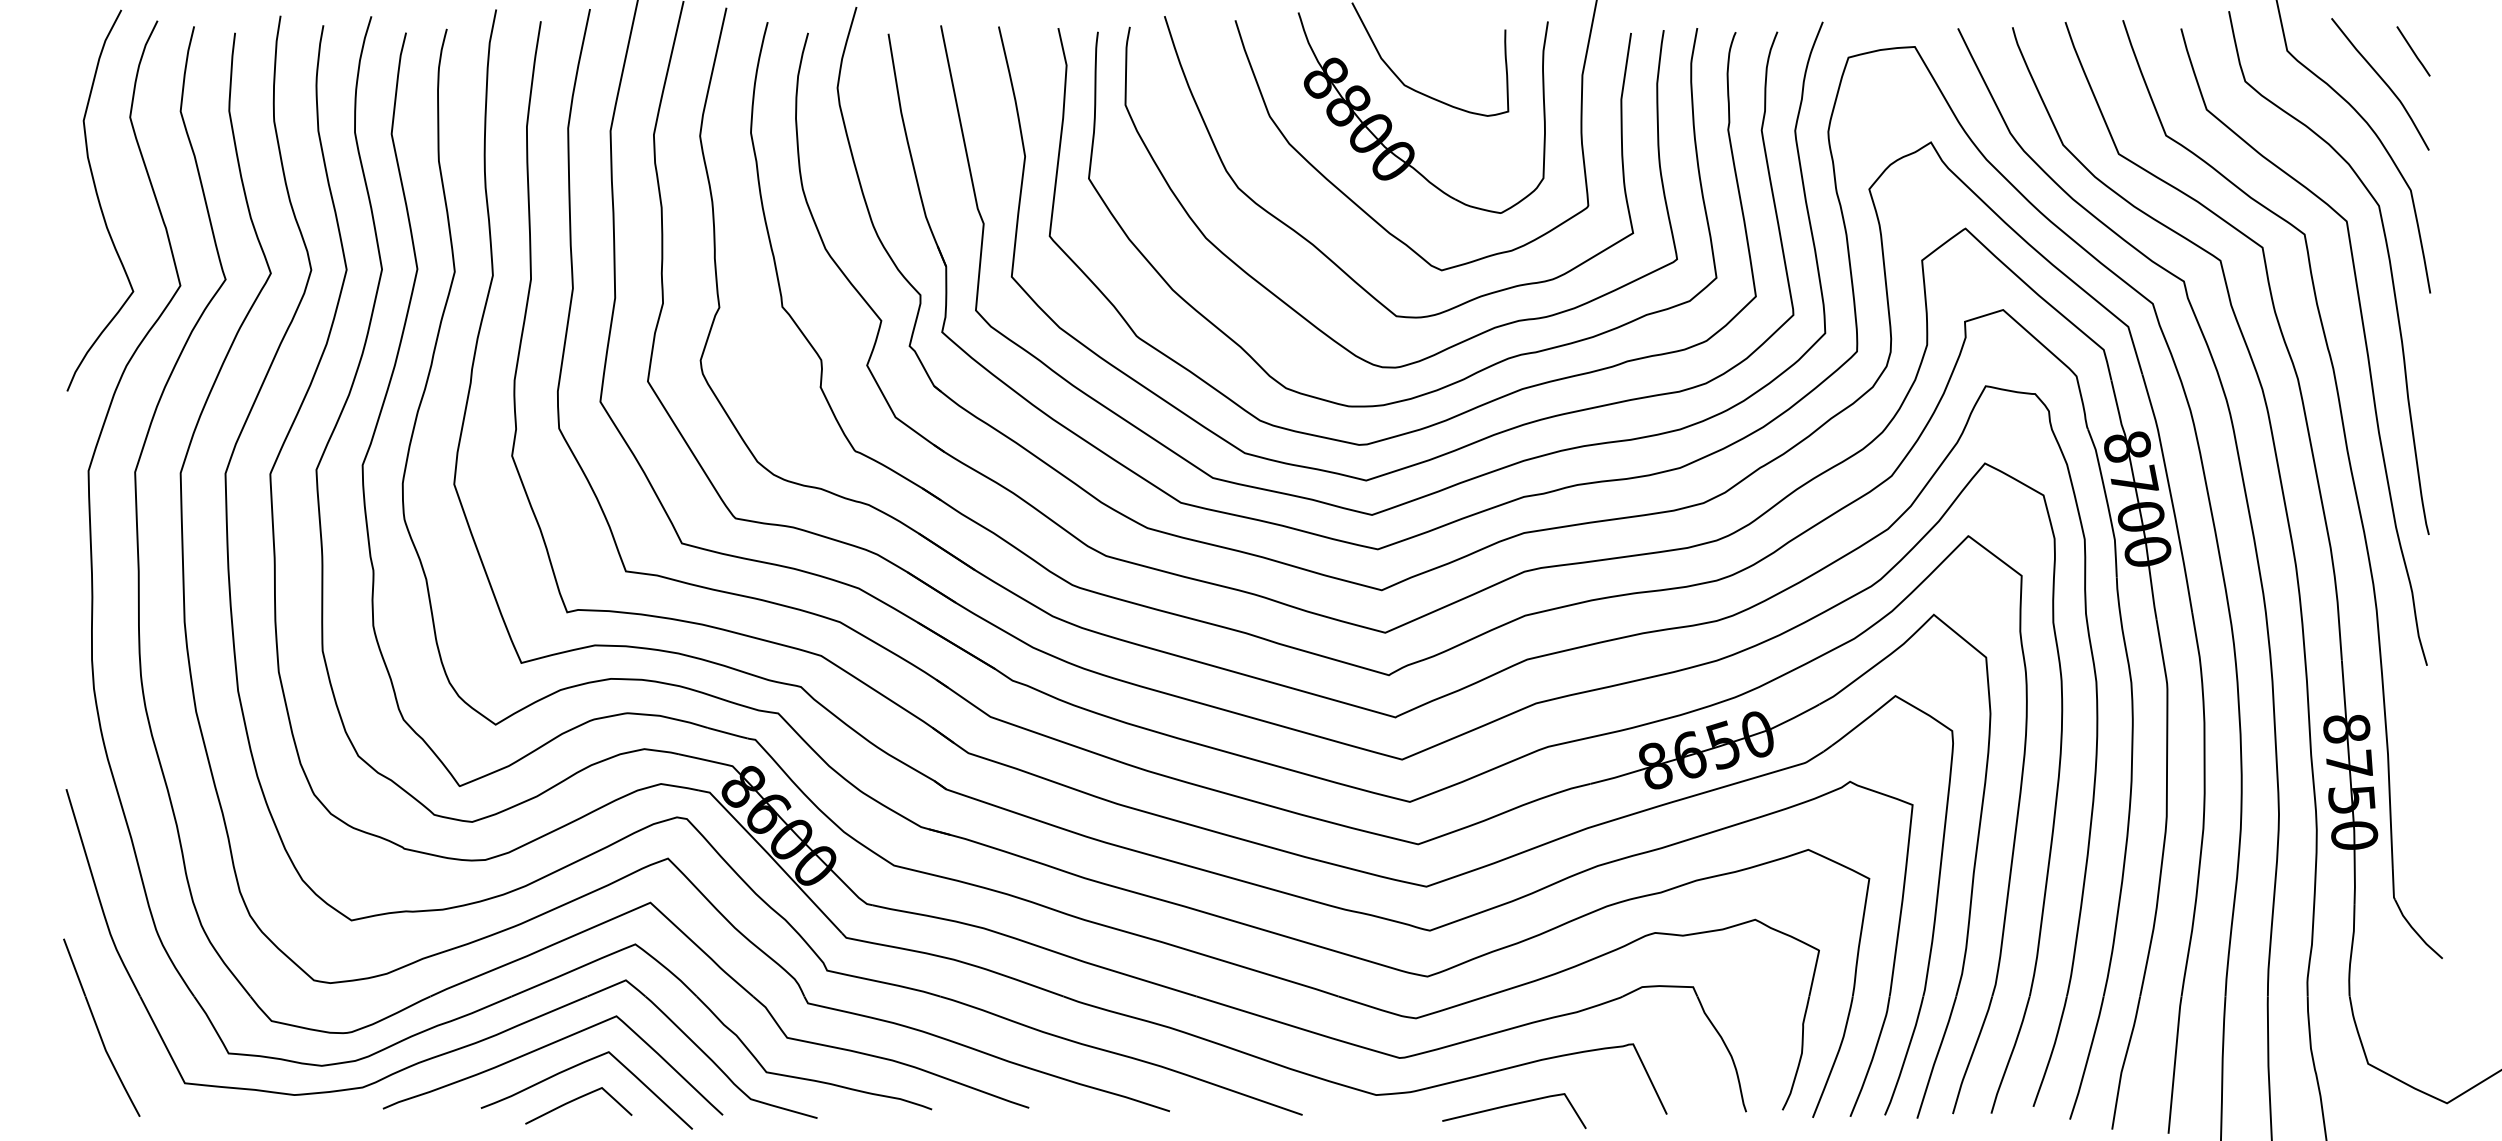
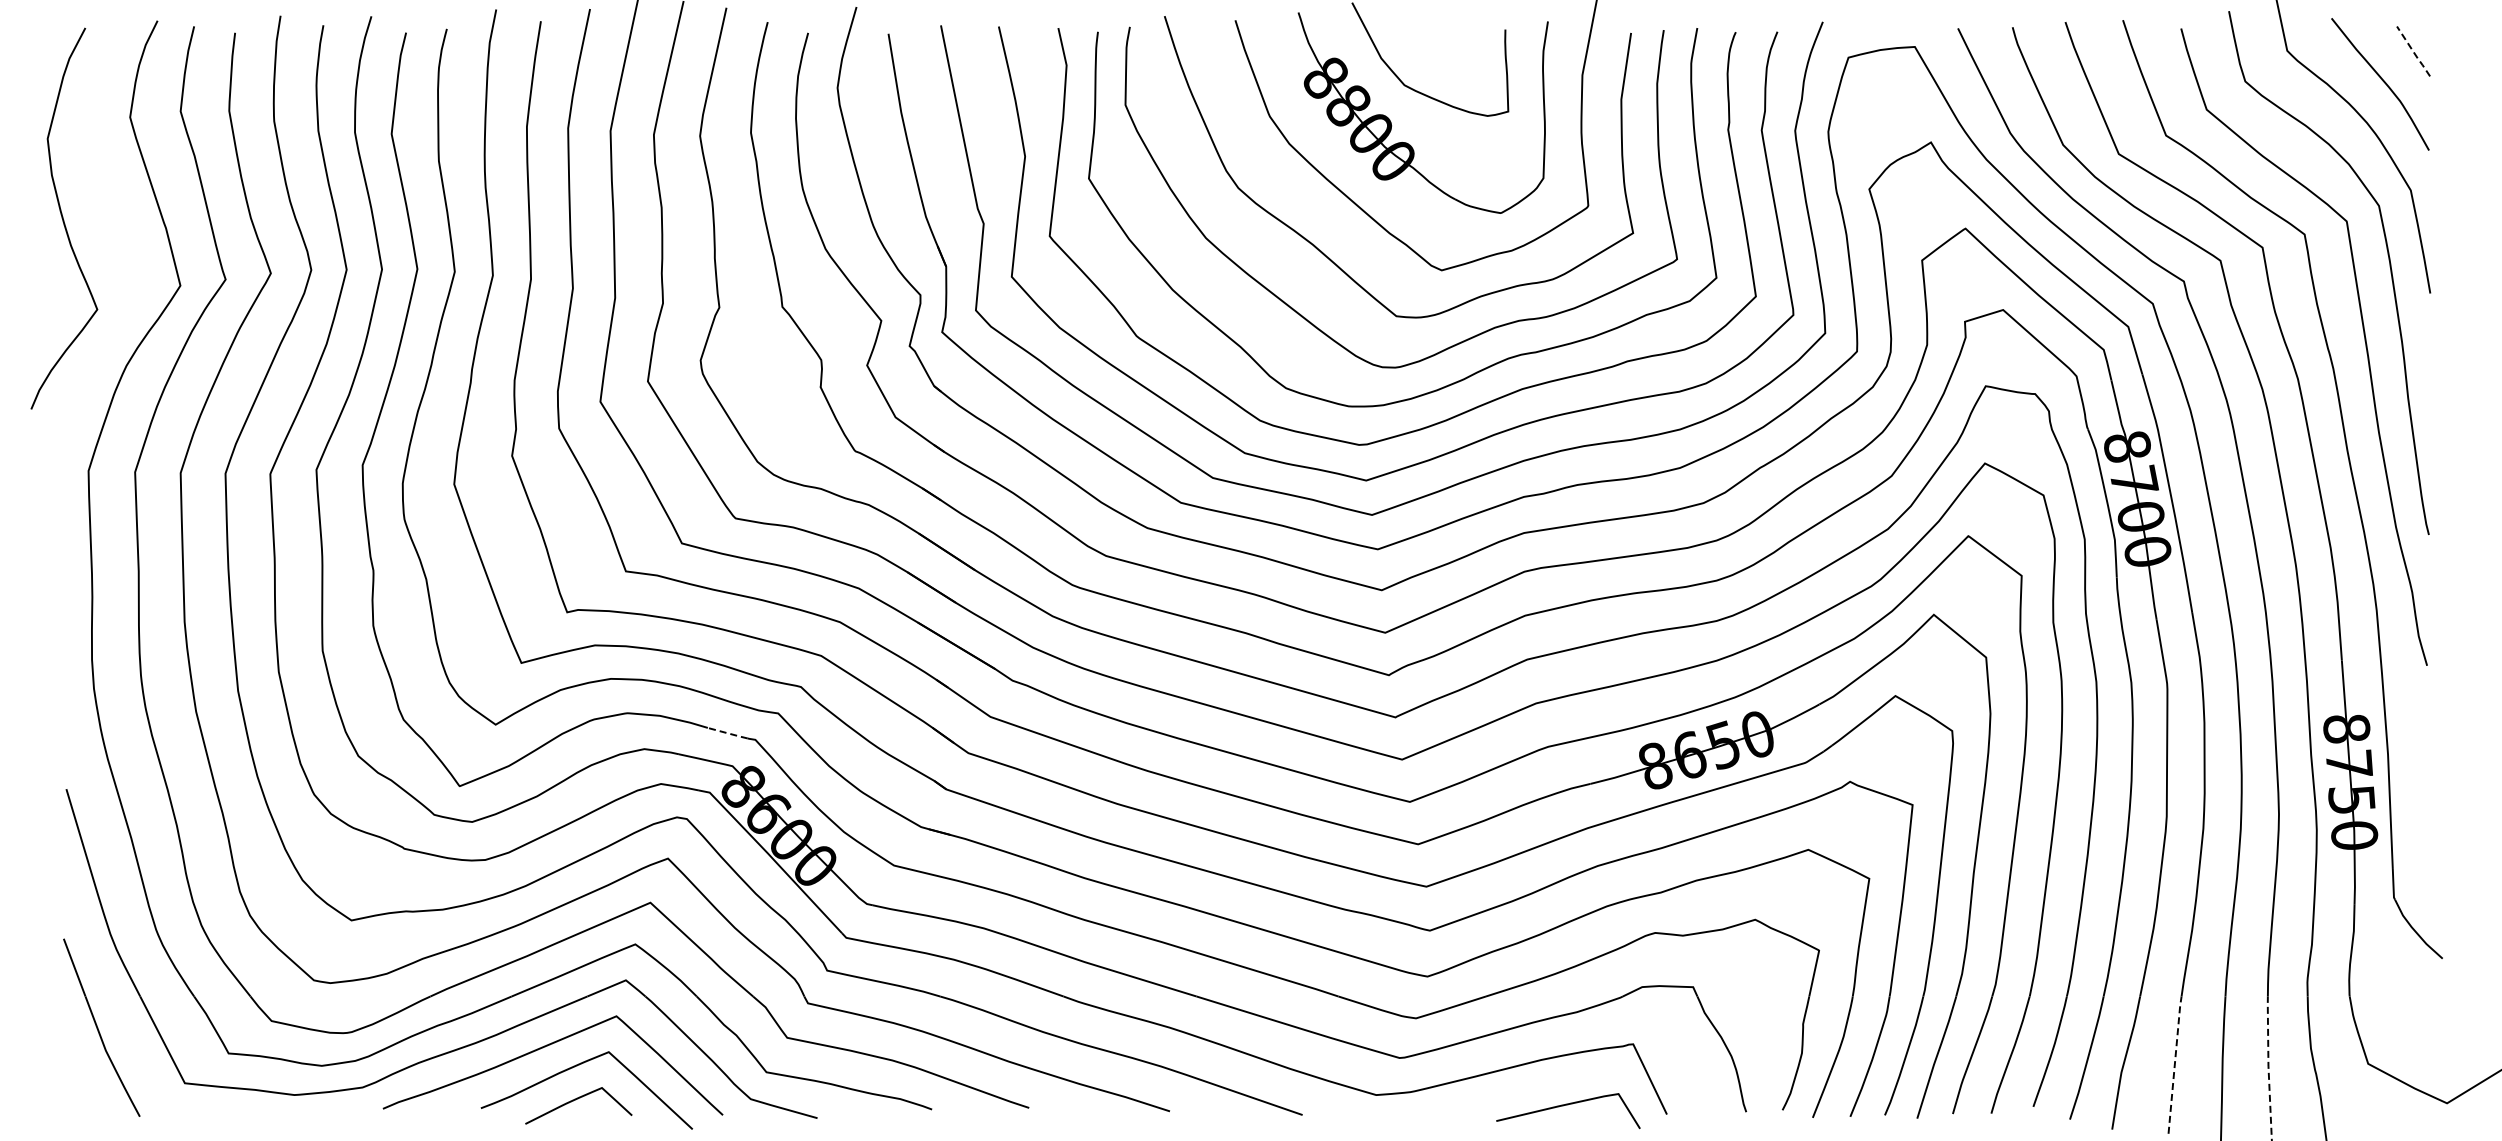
line at (2413, 52): solid -> dashed
curve at (99, 200) position: (99, 200) -> (63, 218)
line at (726, 733): solid -> dashed
line at (2174, 1064): solid -> dashed
line at (2268, 1067): solid -> dashed
line at (1514, 1105) position: (1514, 1105) -> (1568, 1105)
